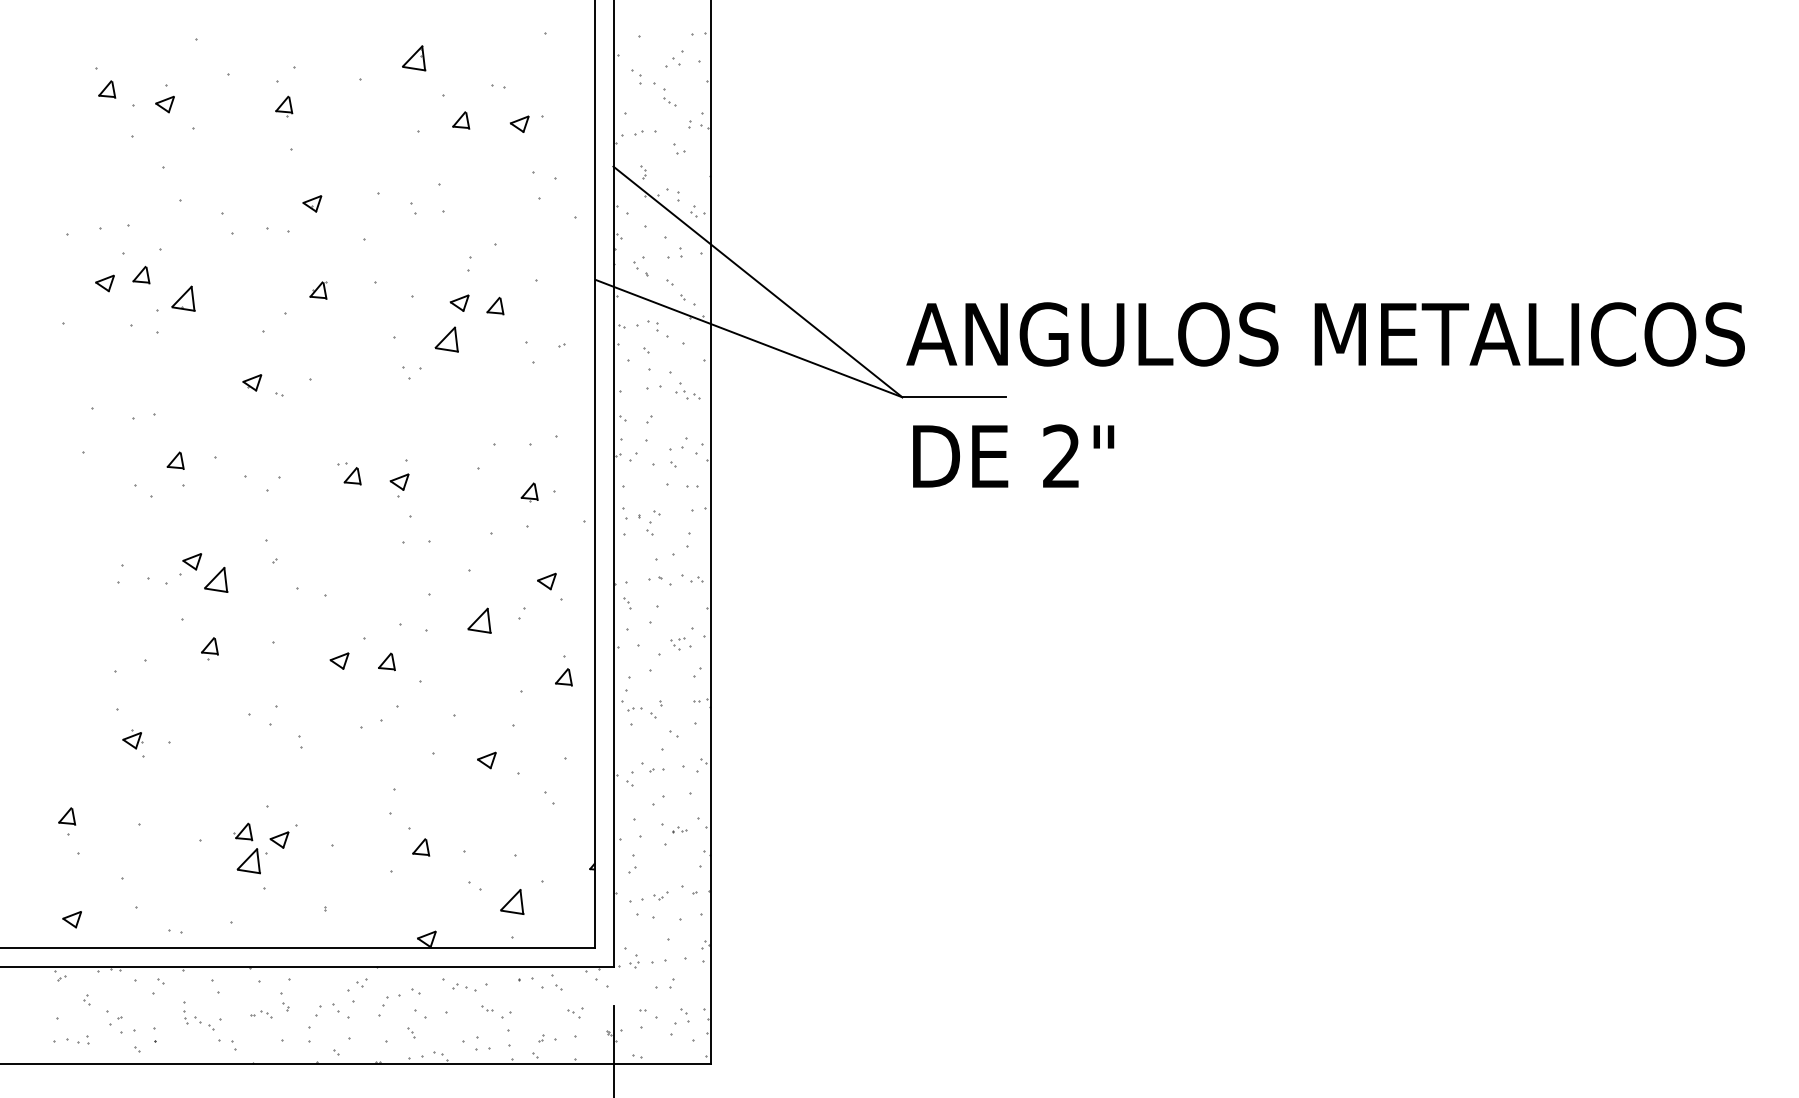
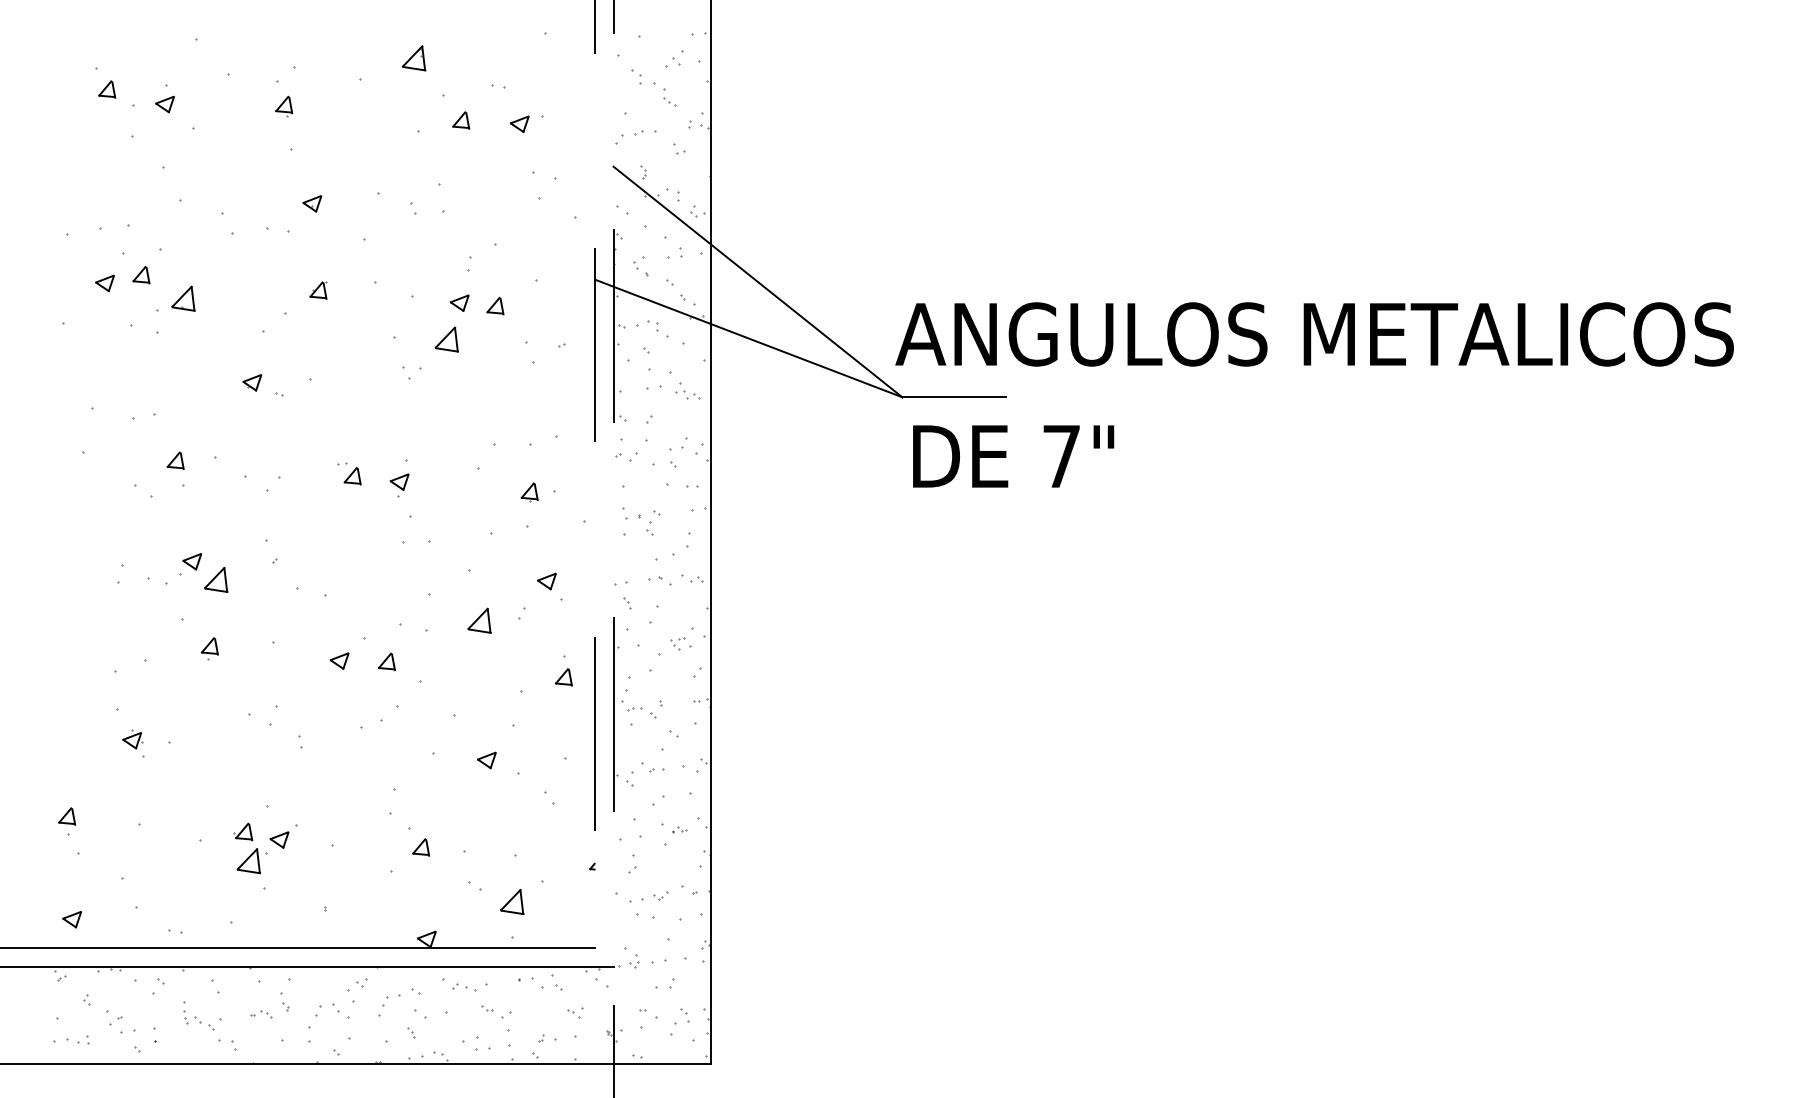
text at (1325, 334) position: (1325, 334) -> (1314, 334)
text at (1061, 455): 2" -> 7"
line at (594, 474): solid -> dashed
line at (614, 484): solid -> dashed
